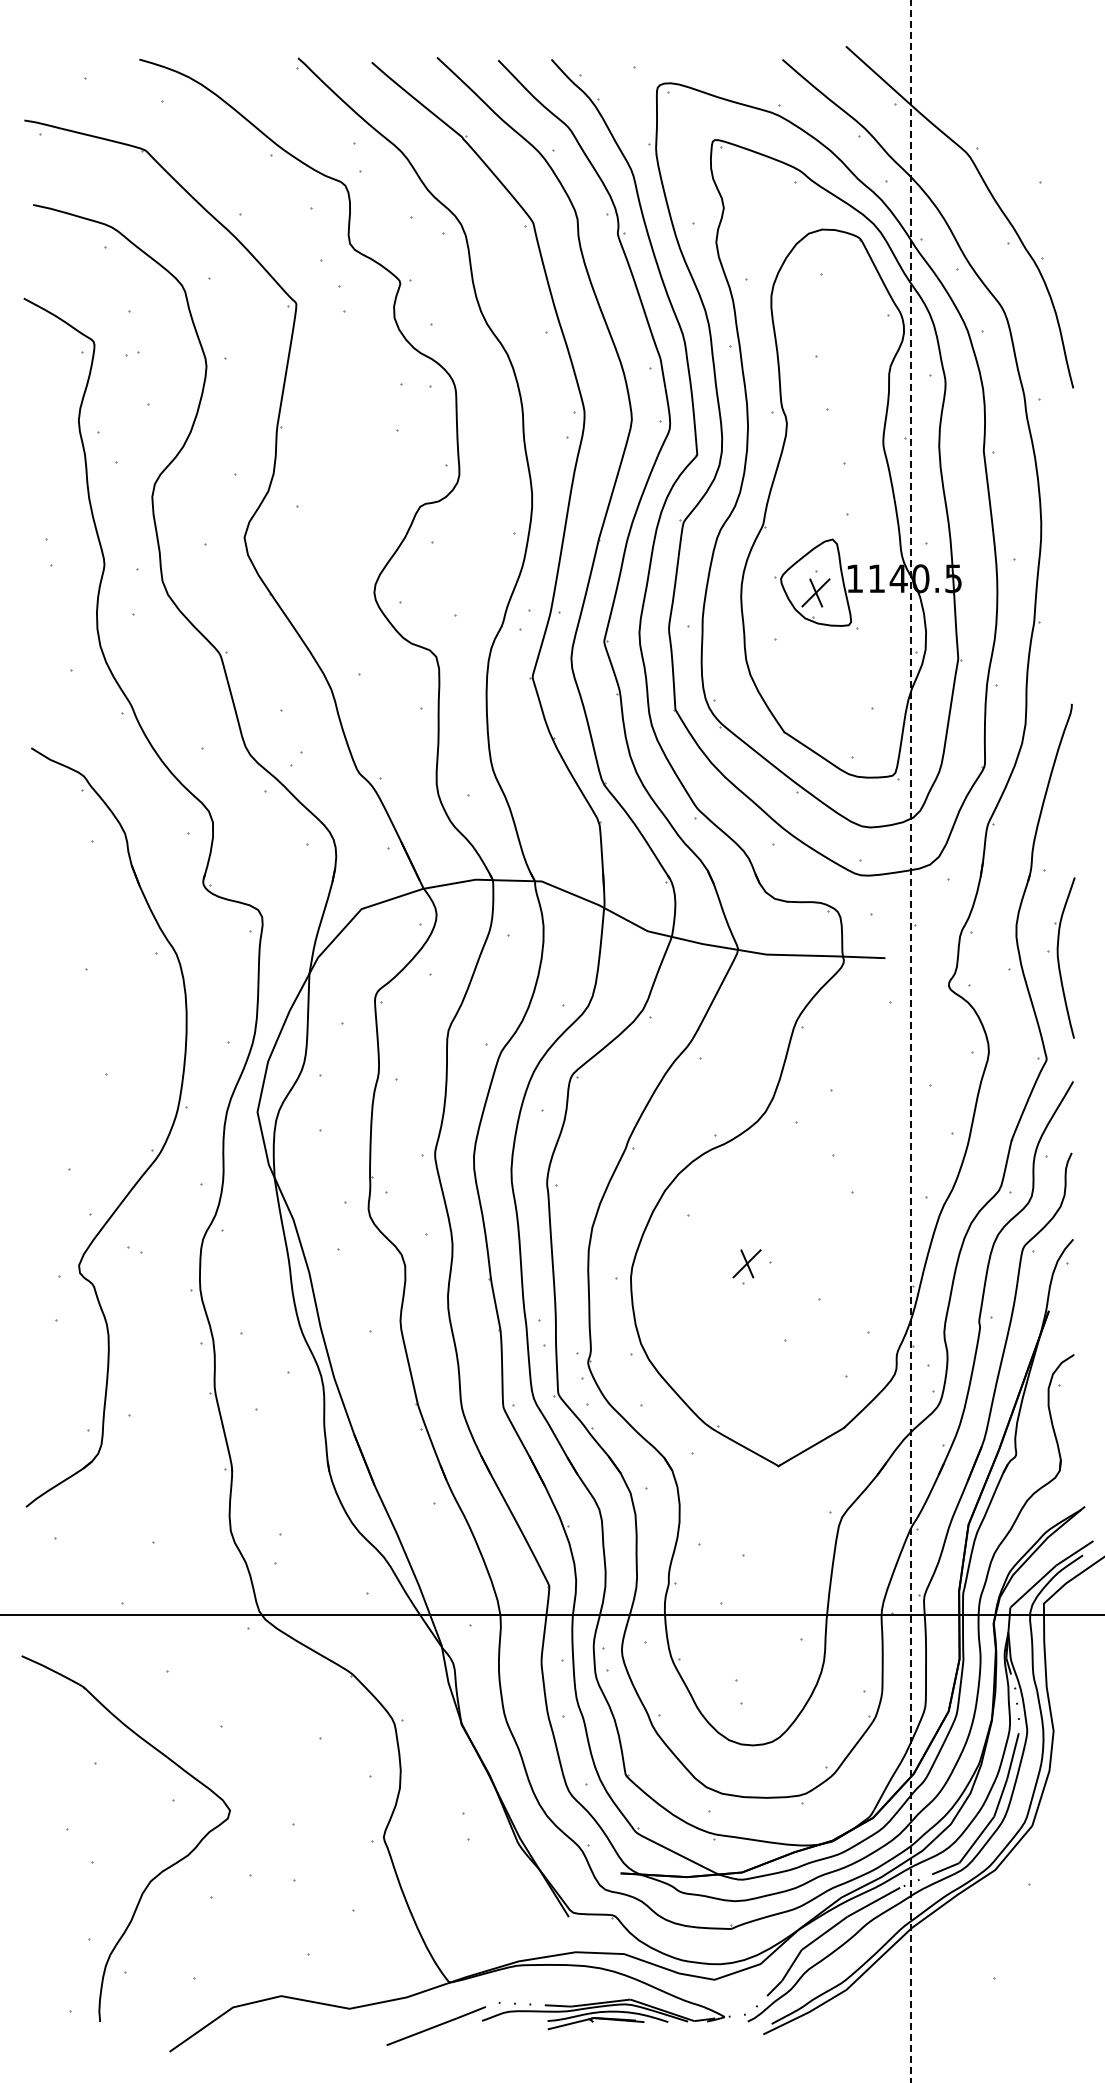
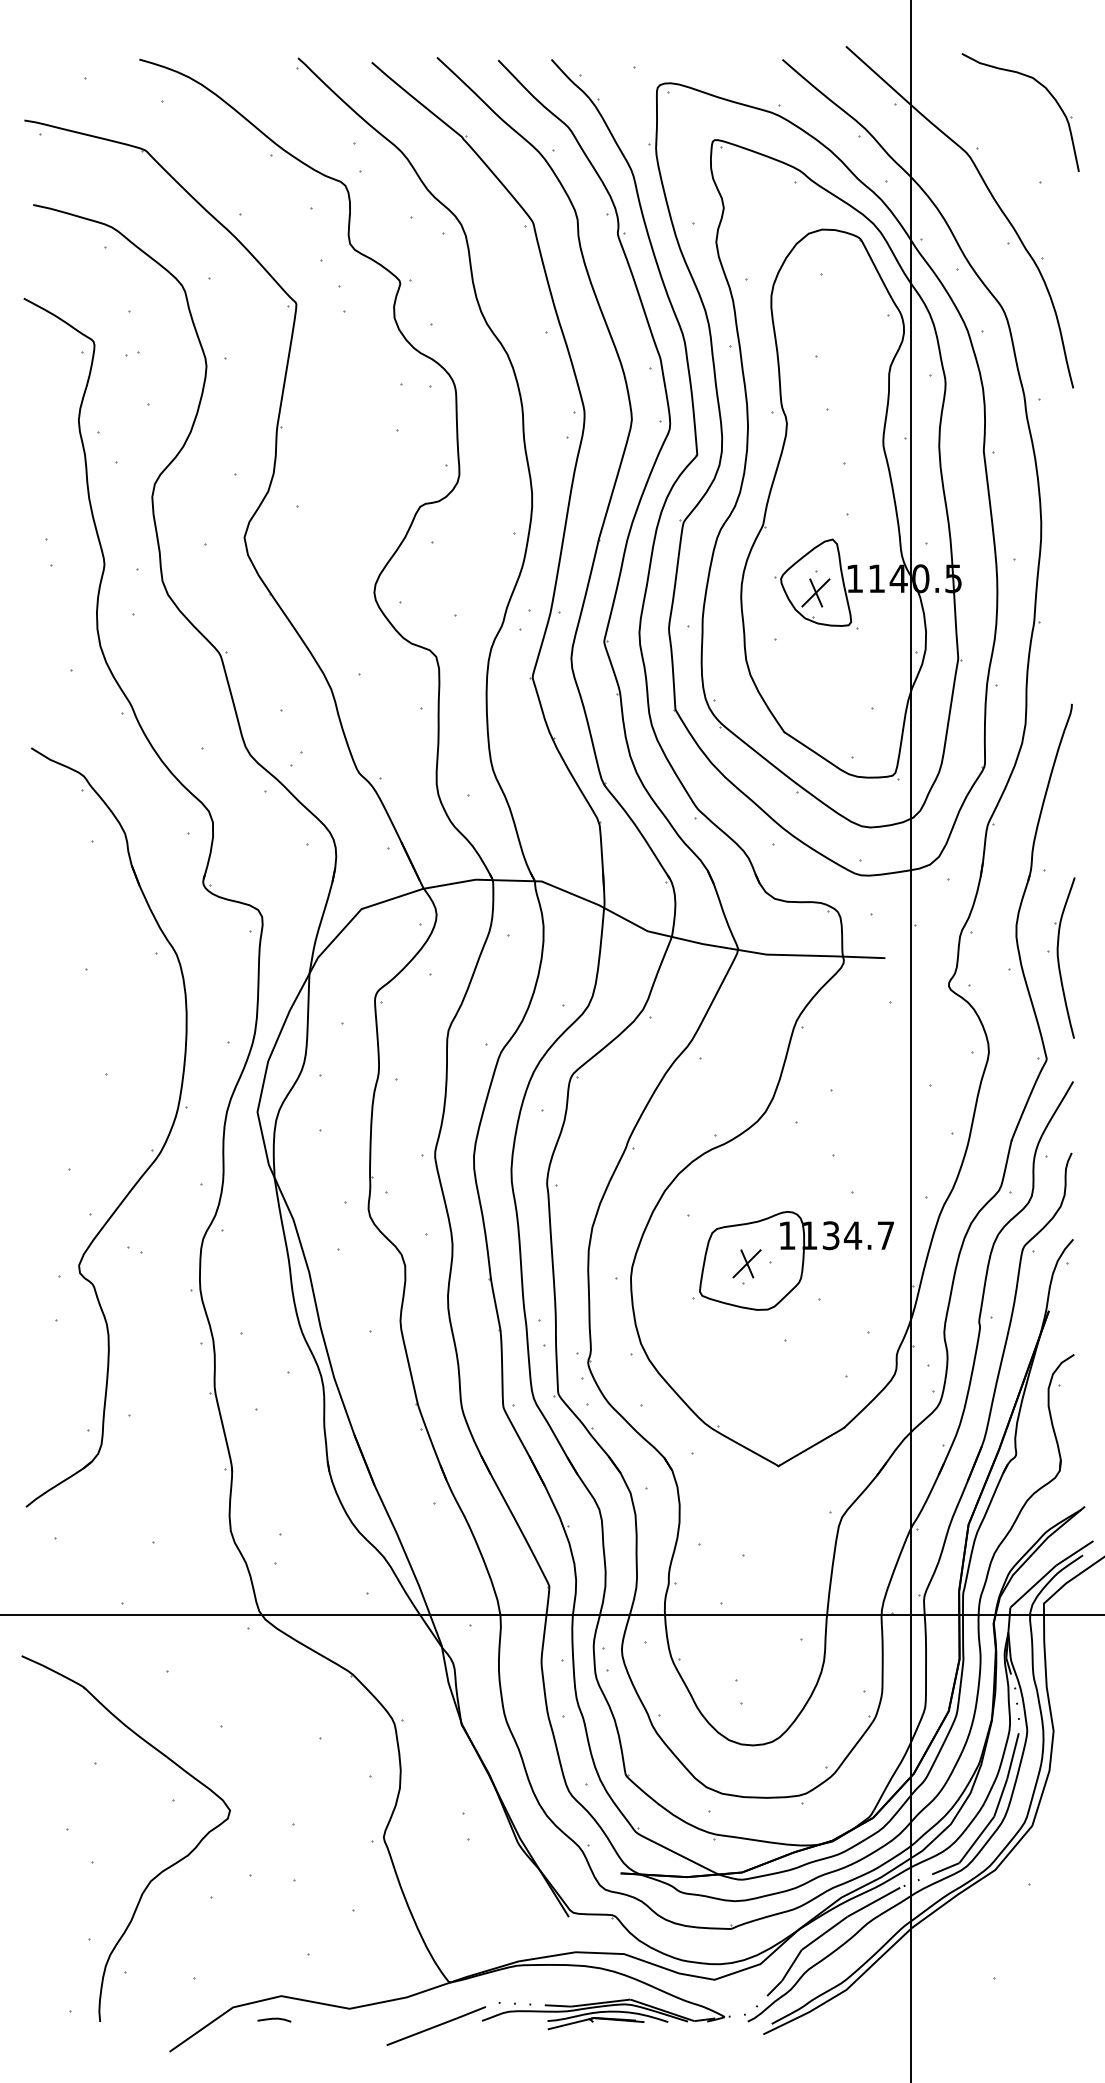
part at (1040, 85): none -> present
line at (911, 1040): dashed -> solid
part at (792, 1260): none -> present
curve at (274, 2019): none -> present
